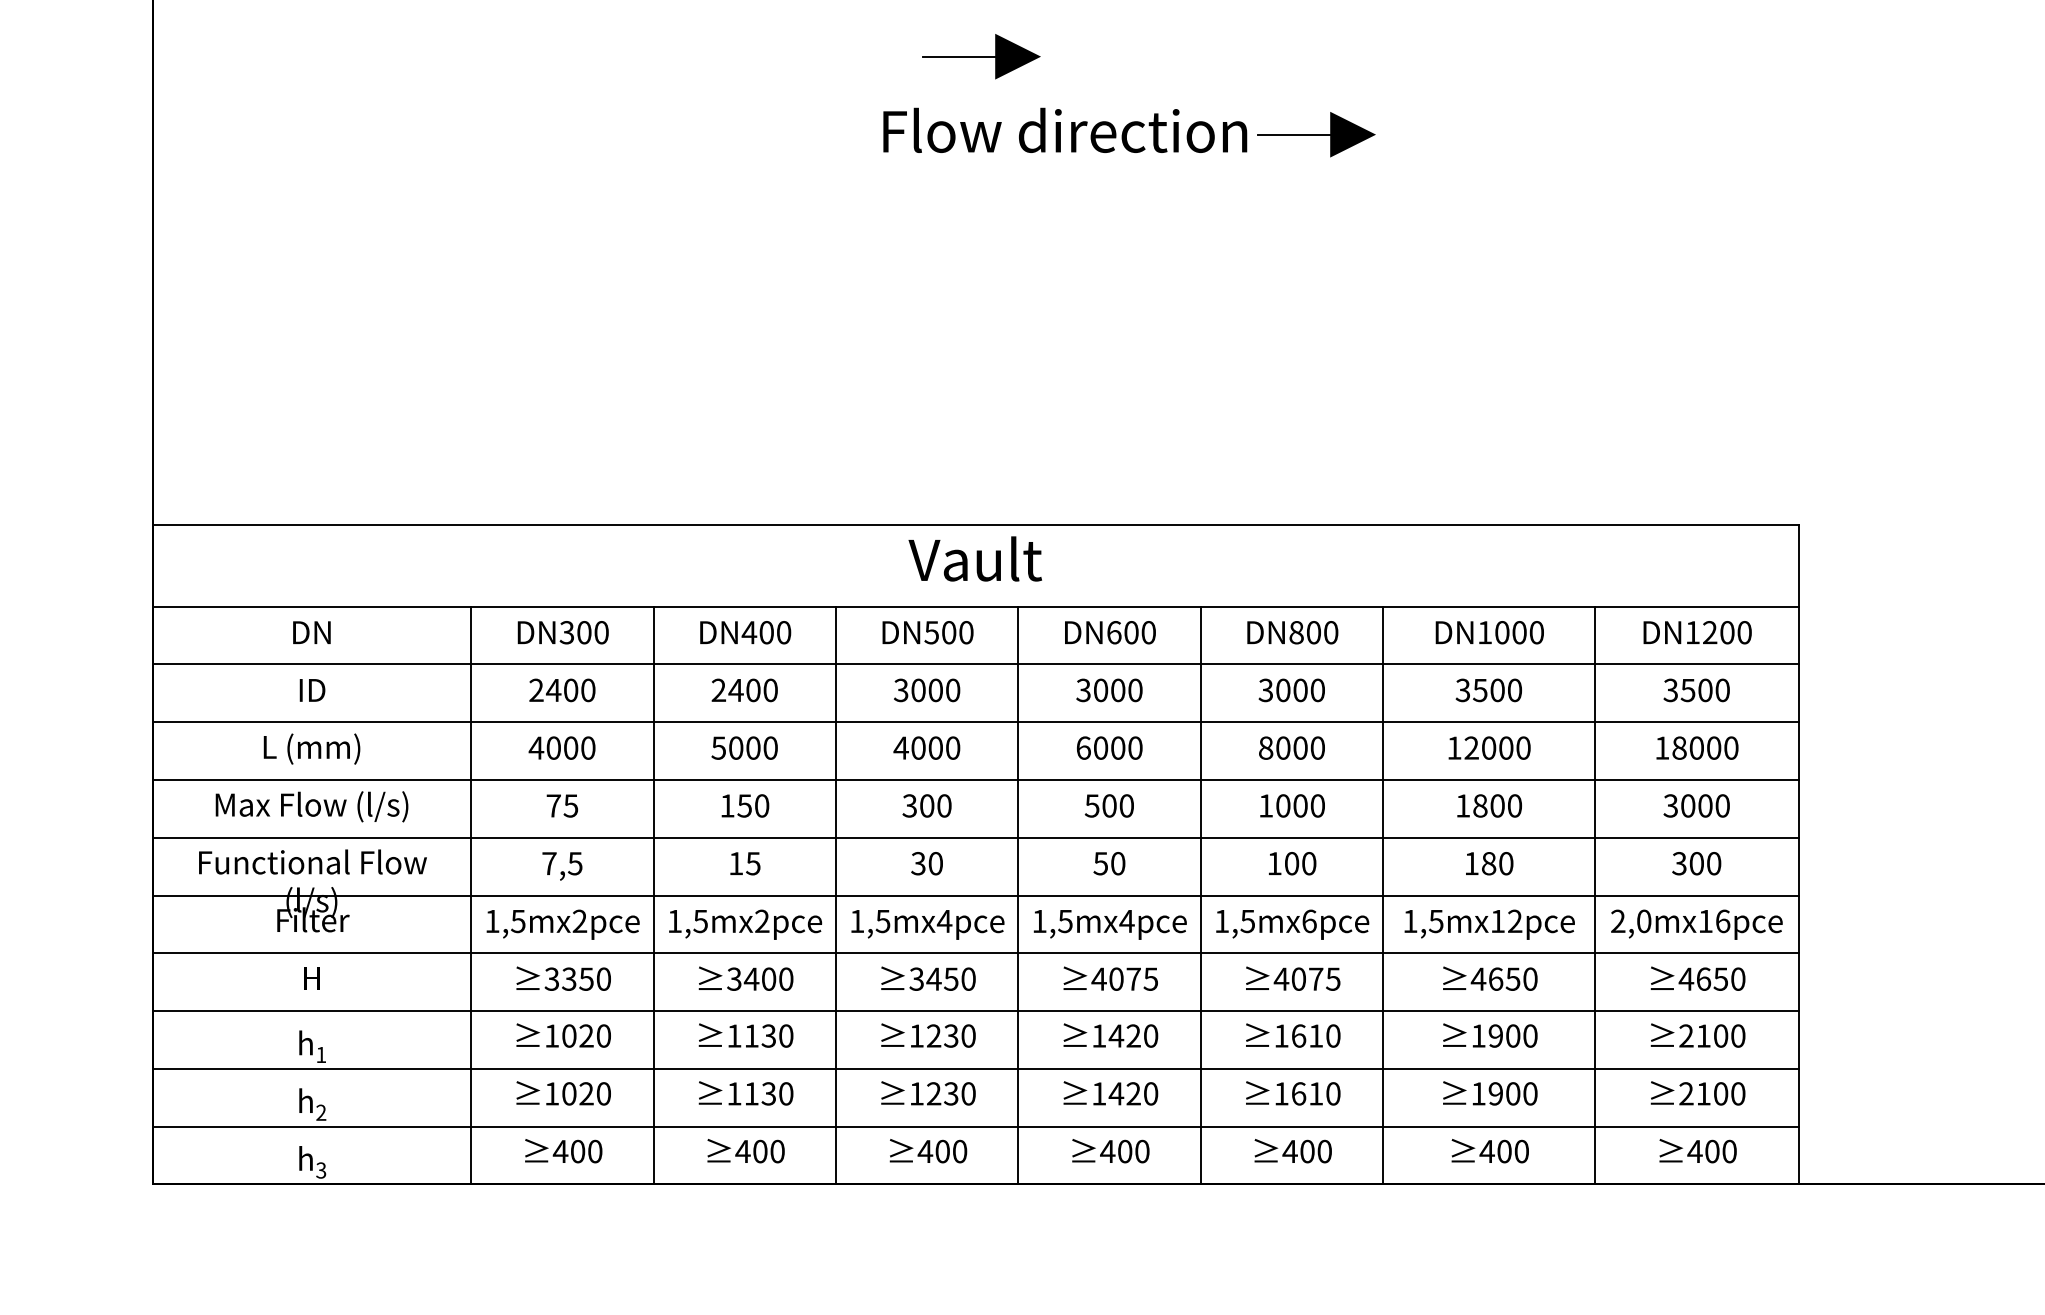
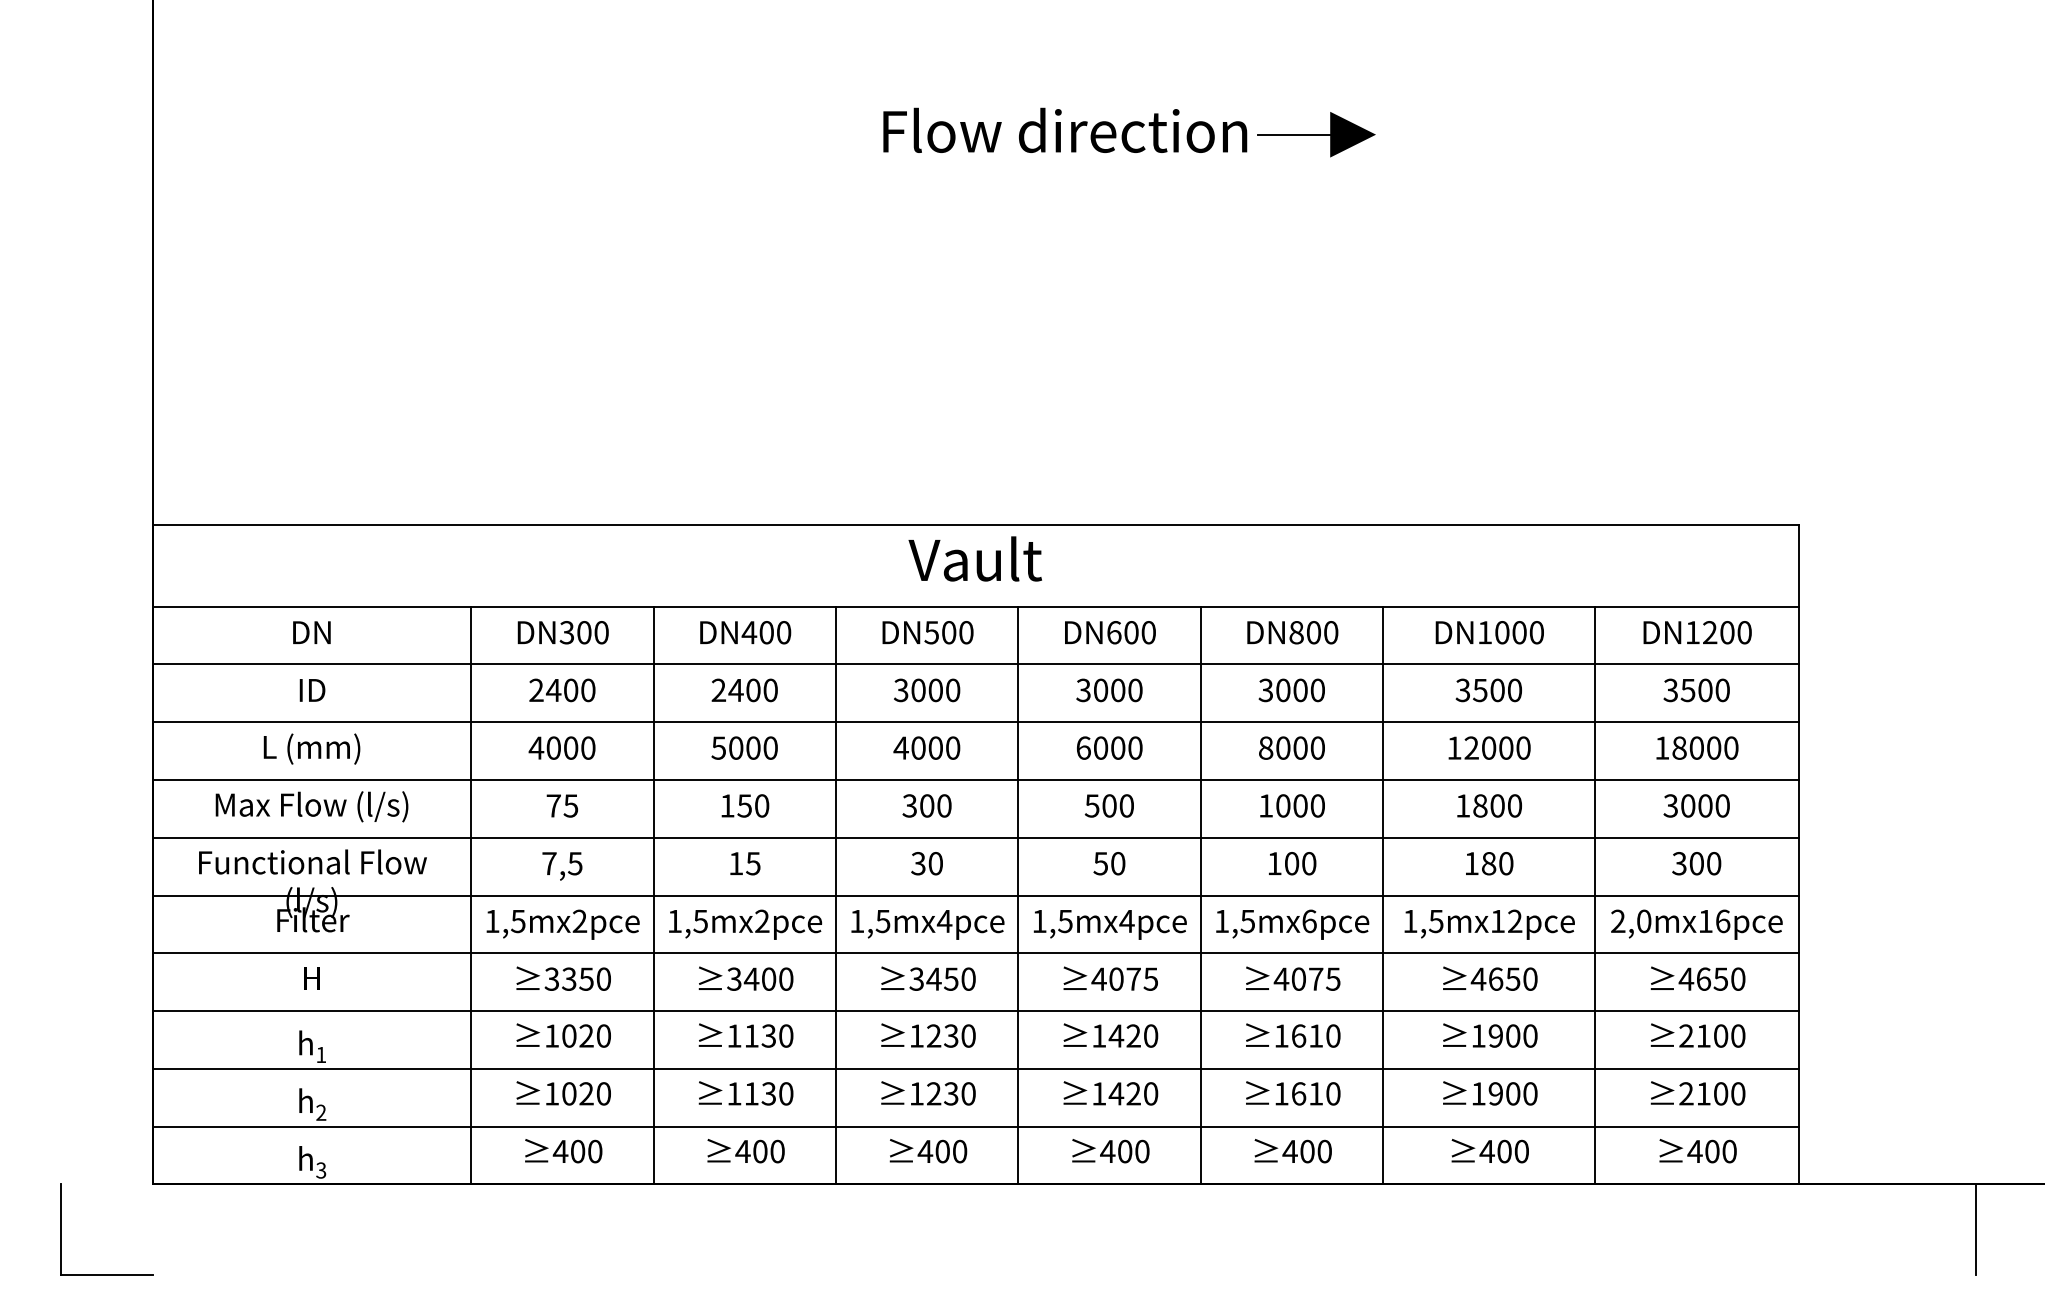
part at (981, 56): present -> none
part at (61, 1229): none -> present
line at (1976, 1229): none -> present
